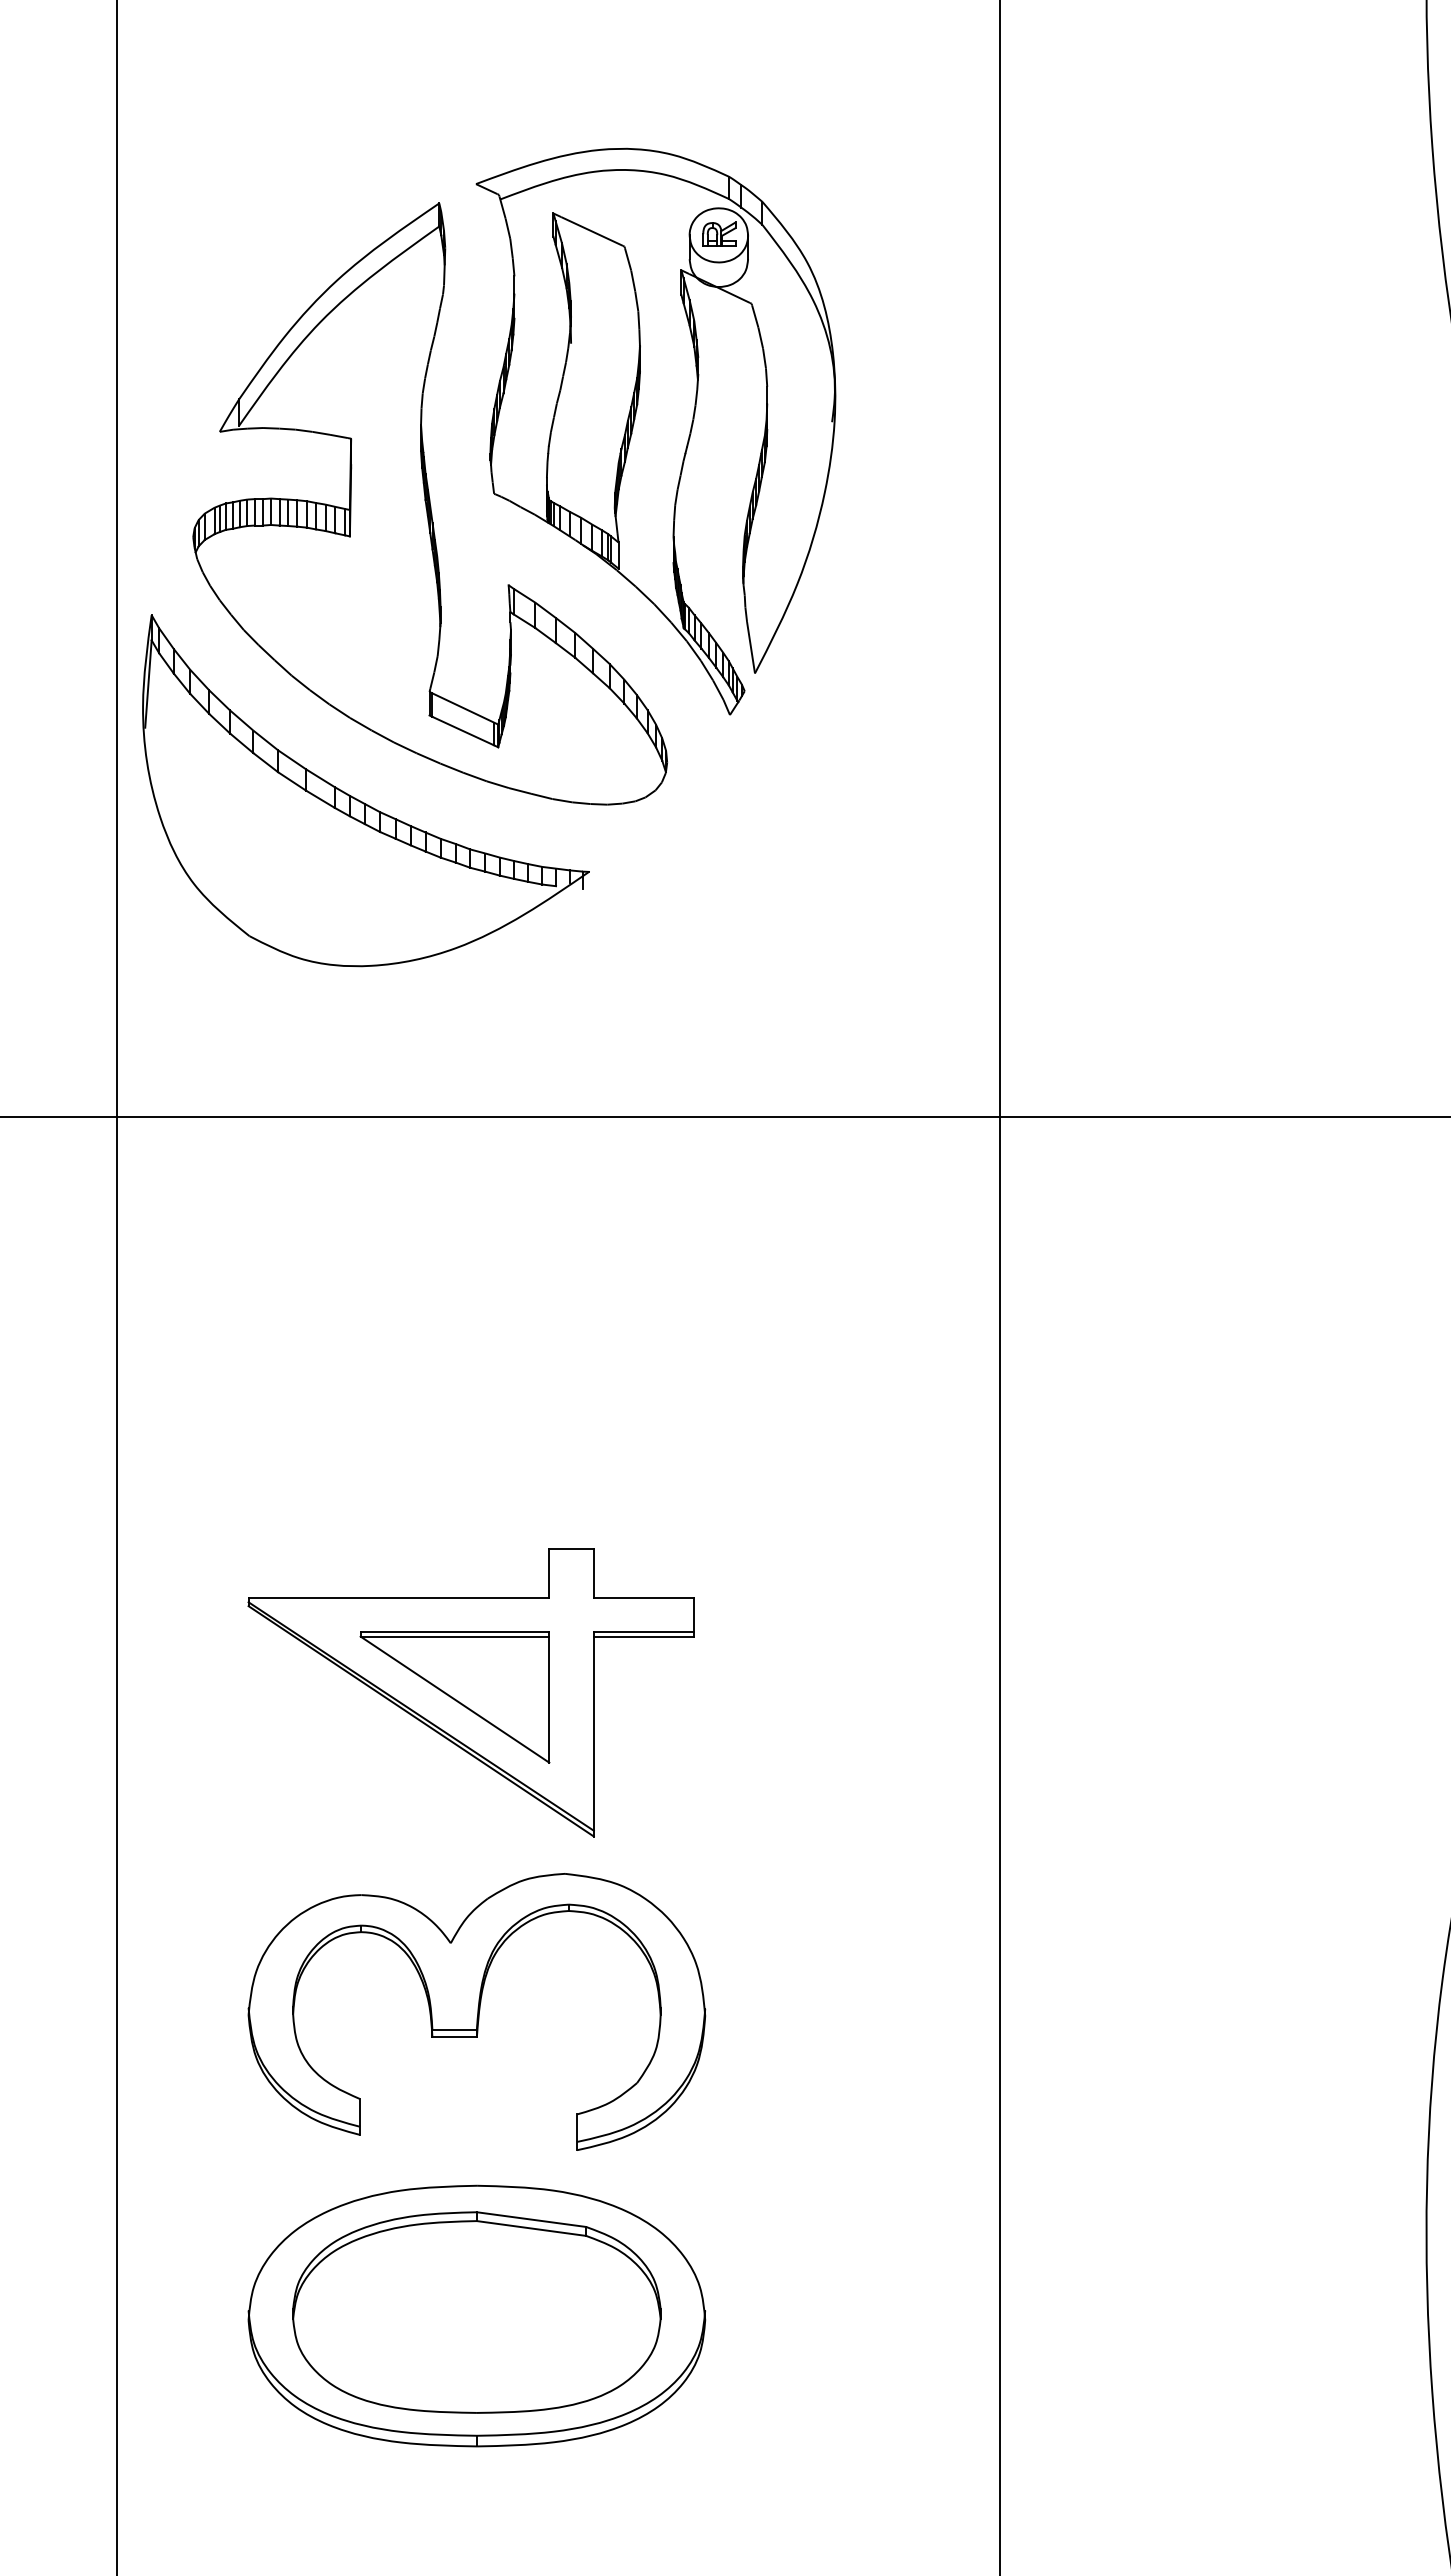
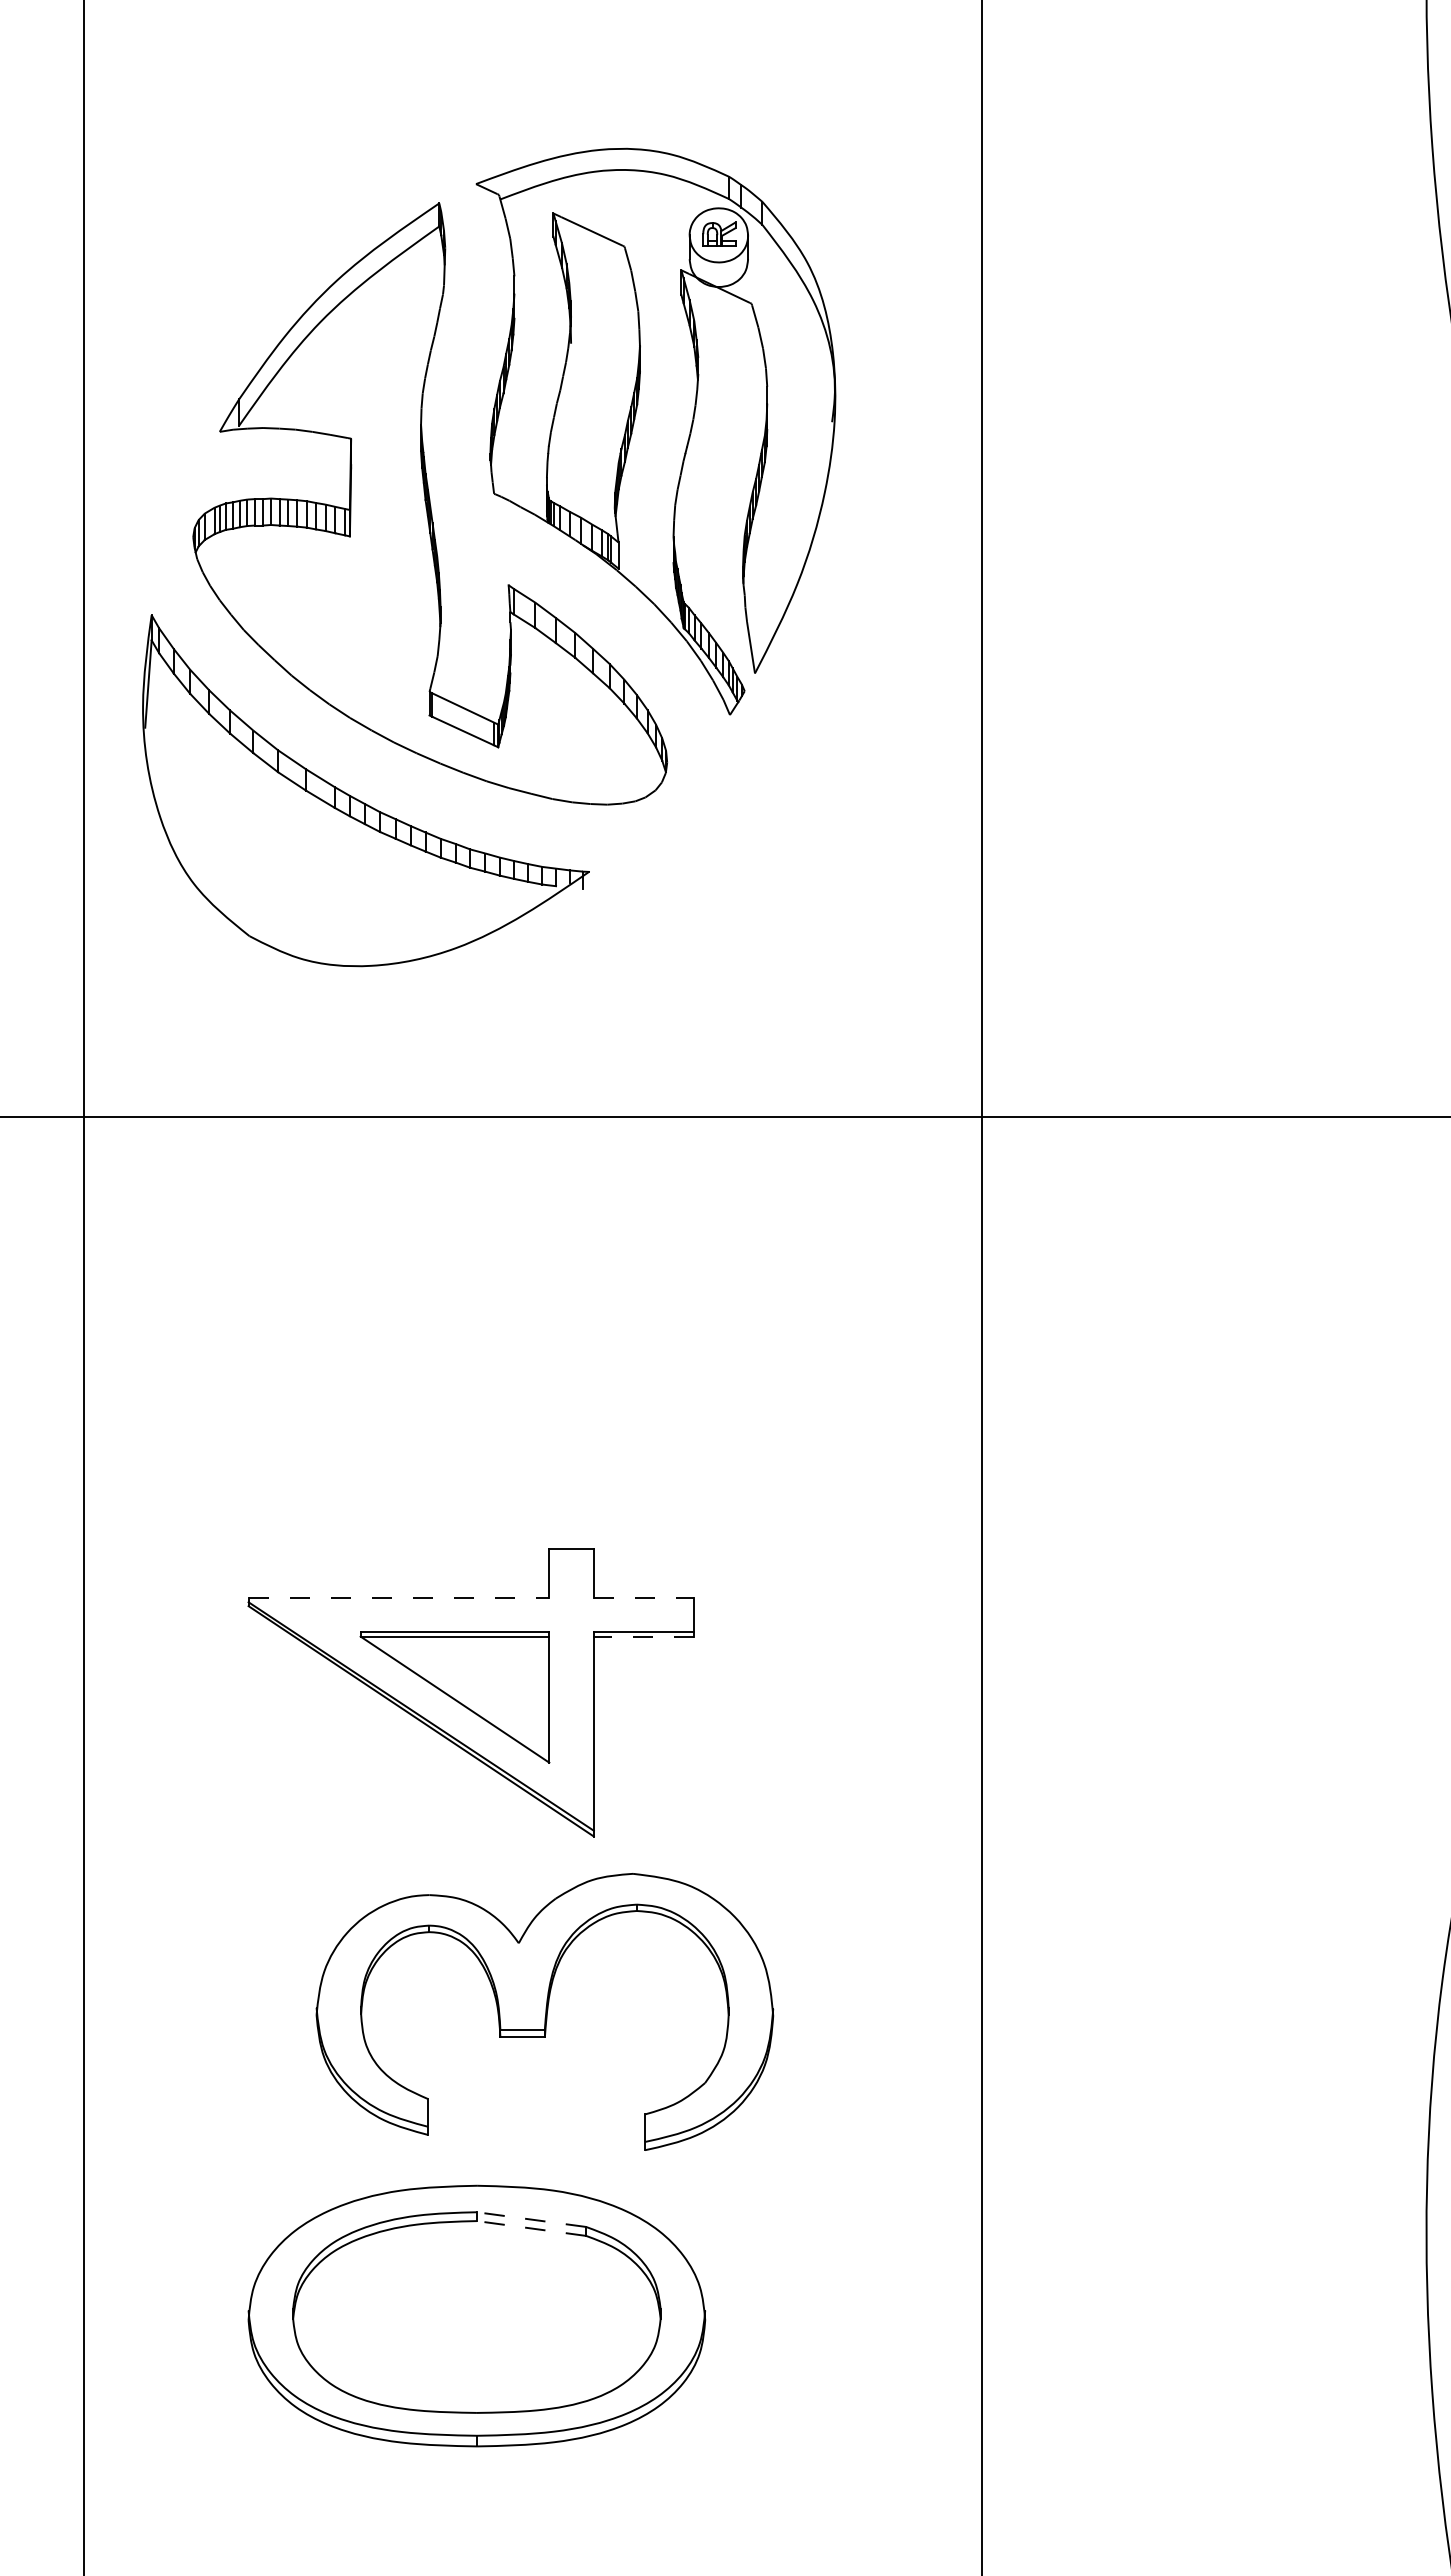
line at (117, 1287) position: (117, 1287) -> (84, 1287)
line at (1000, 1287) position: (1000, 1287) -> (982, 1287)
line at (399, 1598): solid -> dashed
line at (644, 1598): solid -> dashed
line at (643, 1636): solid -> dashed
part at (476, 2011) position: (476, 2011) -> (544, 2011)
line at (531, 2219): solid -> dashed
line at (531, 2228): solid -> dashed
